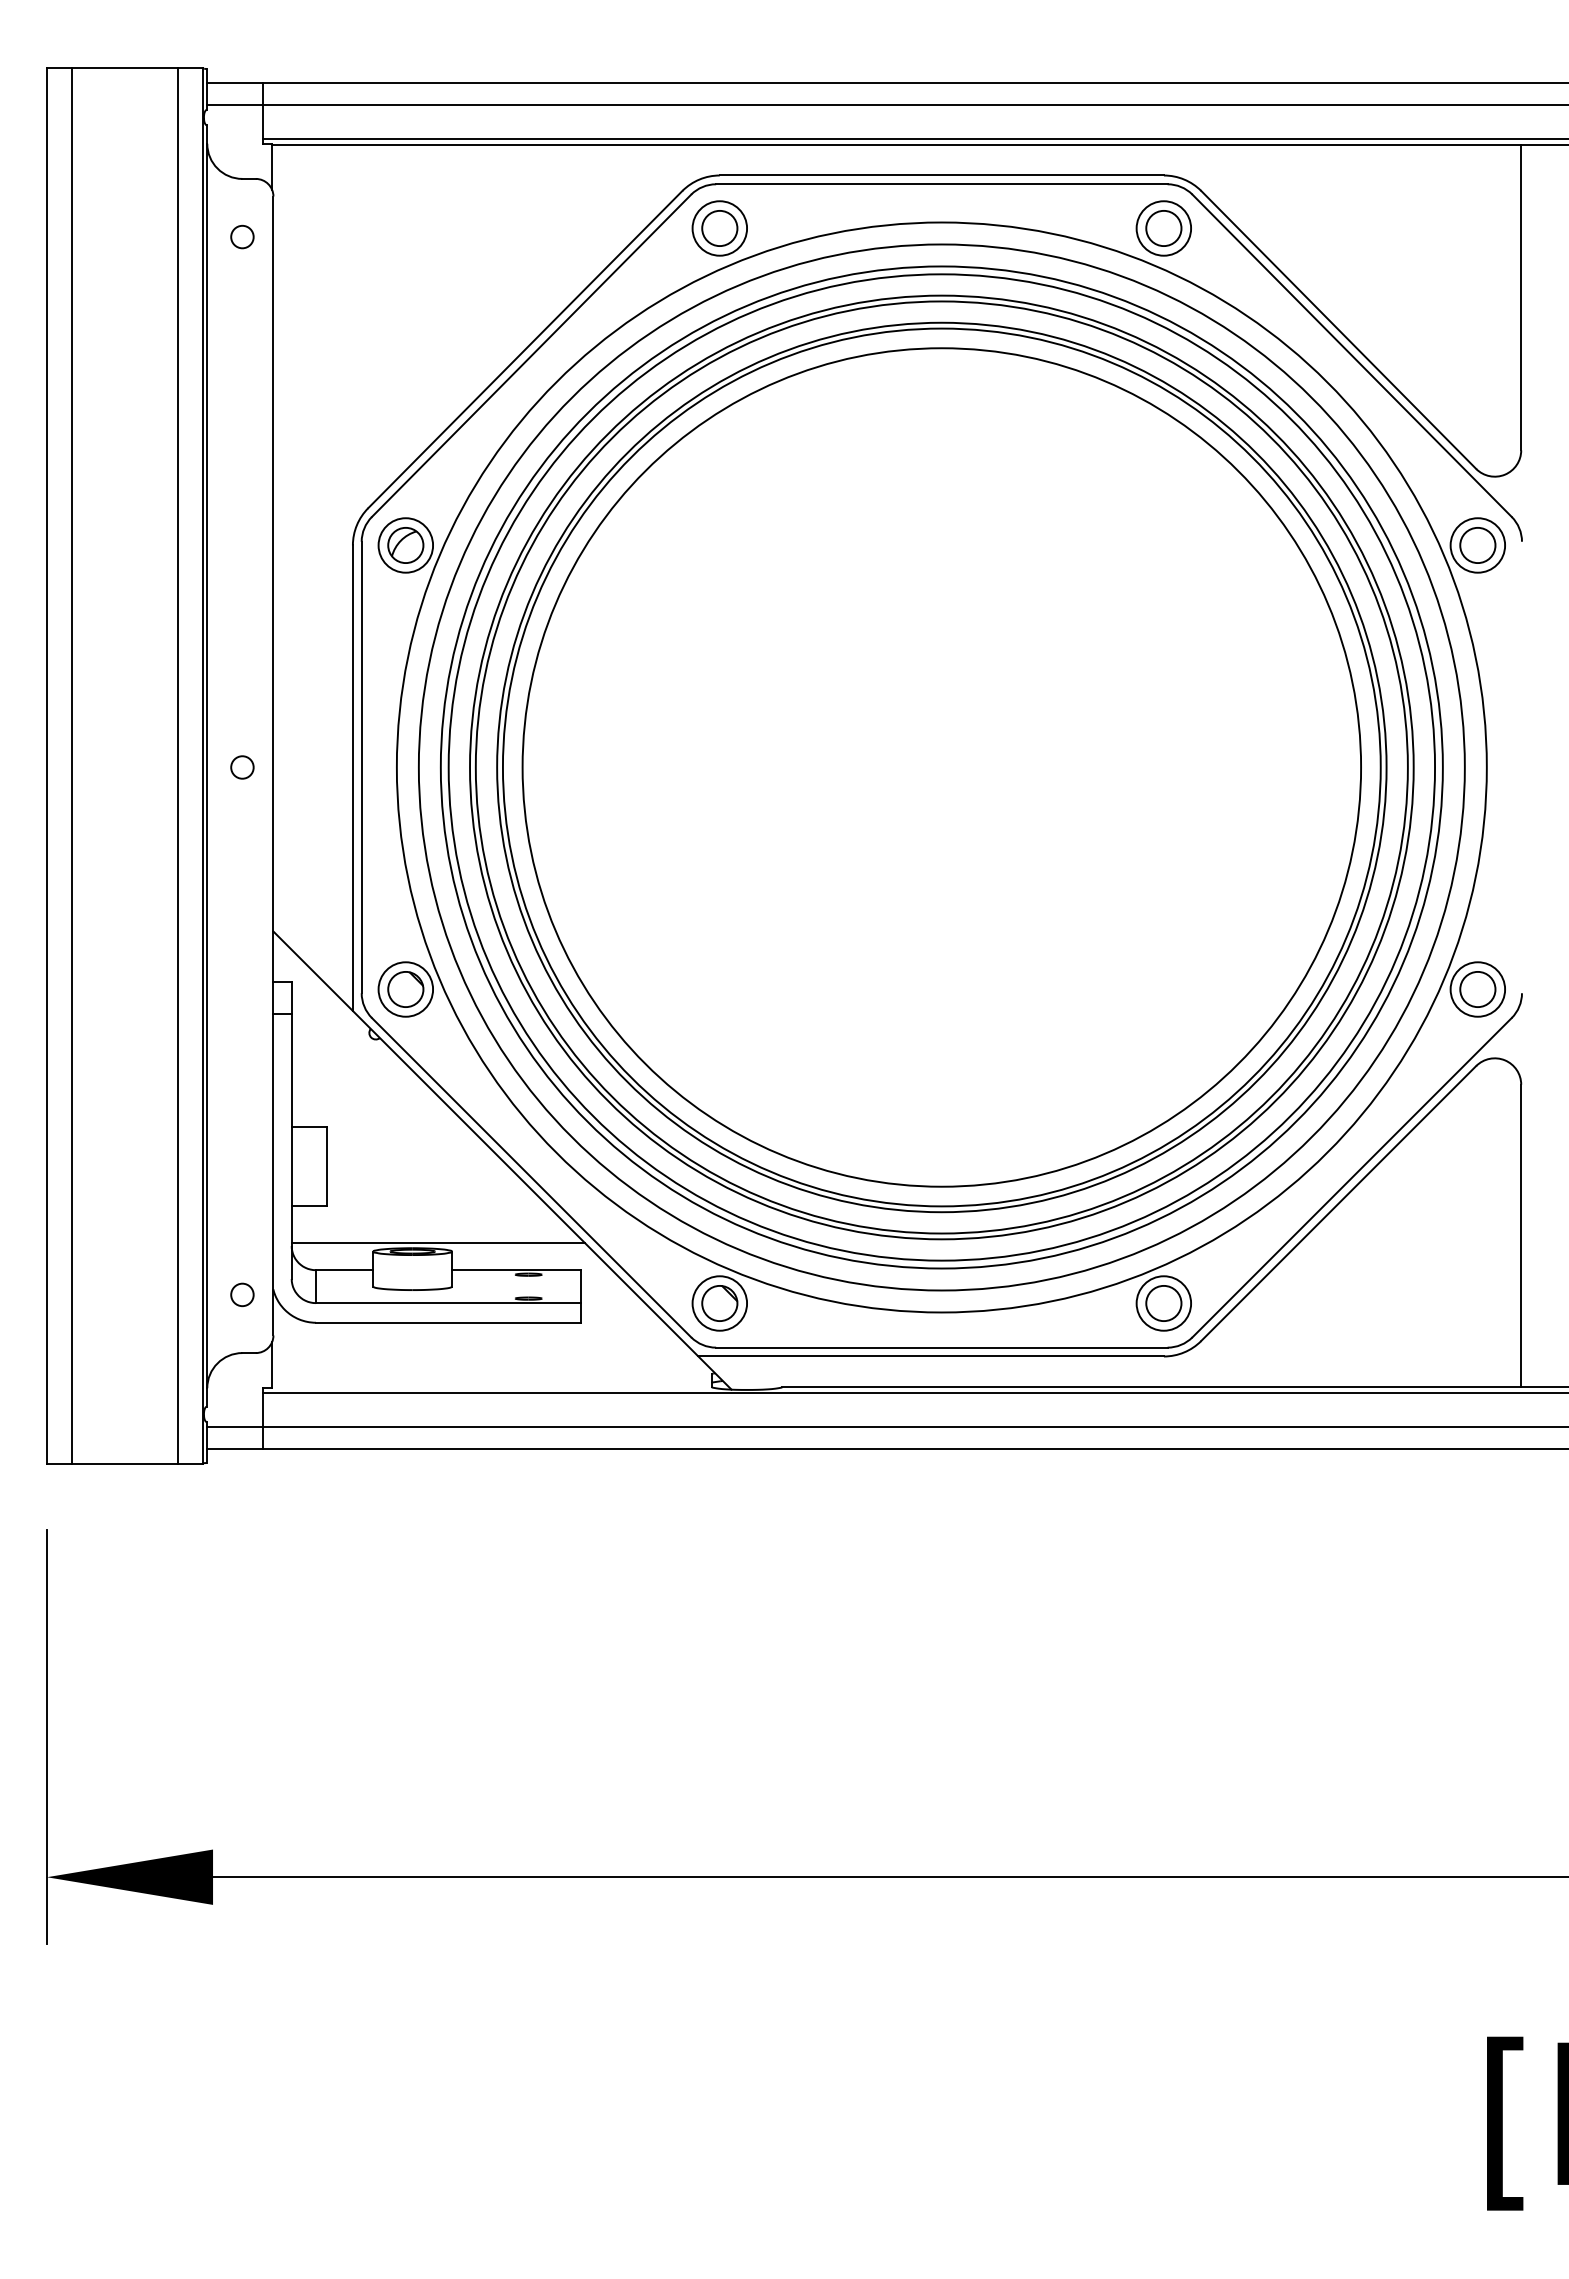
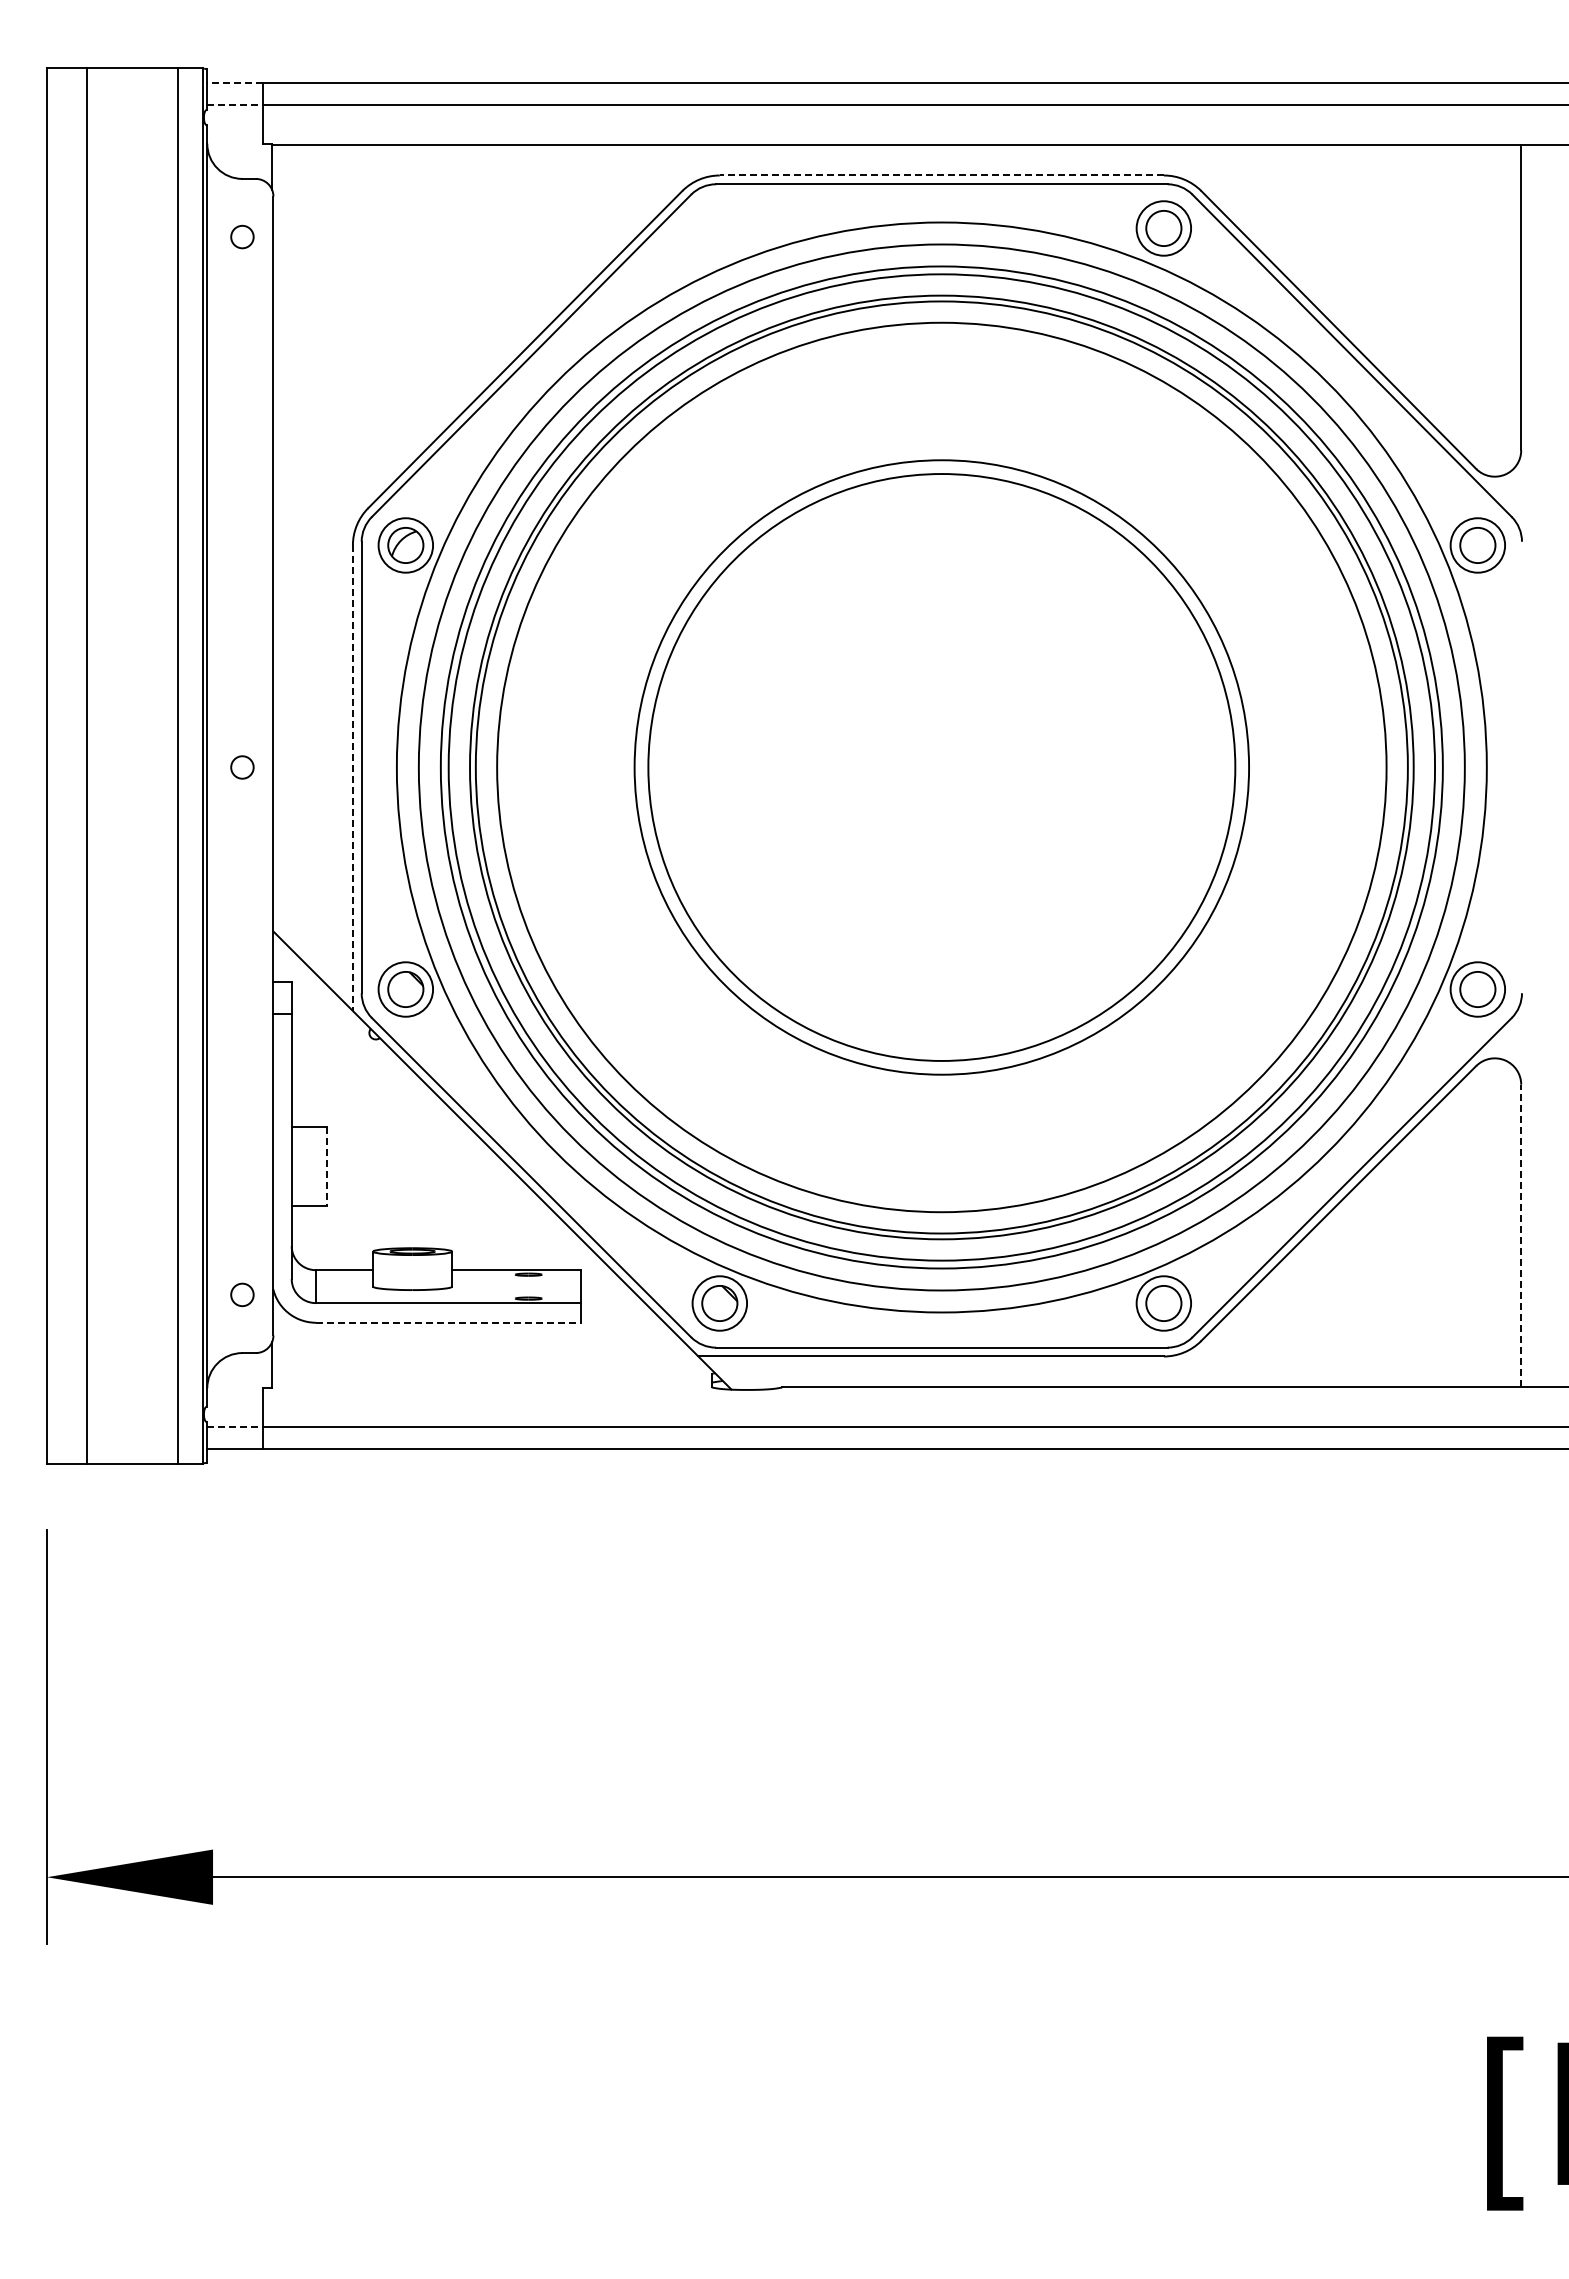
line at (235, 82): solid -> dashed
line at (235, 105): solid -> dashed
line at (914, 139): present -> none
line at (941, 175): solid -> dashed
part at (719, 228): present -> none
line at (72, 765) position: (72, 765) -> (87, 765)
circle at (941, 767) diameter: 838 px -> 587 px
circle at (941, 767) diameter: 878 px -> 614 px
line at (352, 778): solid -> dashed
line at (326, 1166): solid -> dashed
line at (1521, 1235): solid -> dashed
line at (438, 1243): present -> none
line at (448, 1322): solid -> dashed
line at (914, 1392): present -> none
line at (235, 1426): solid -> dashed
